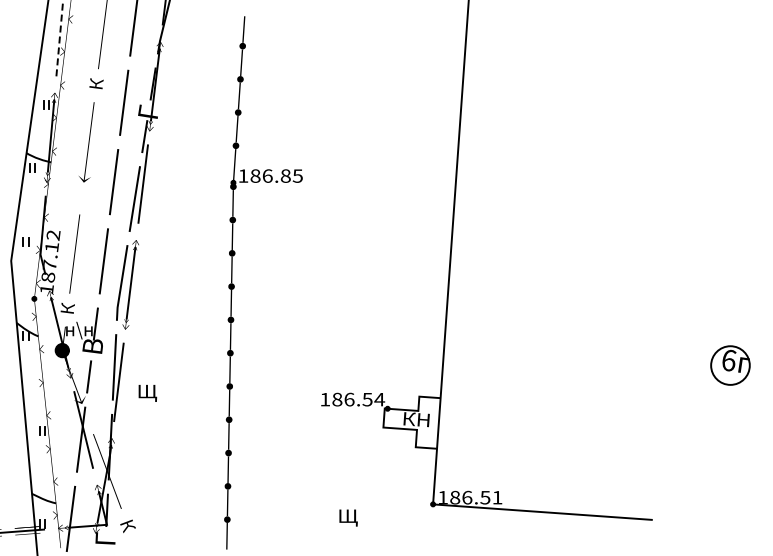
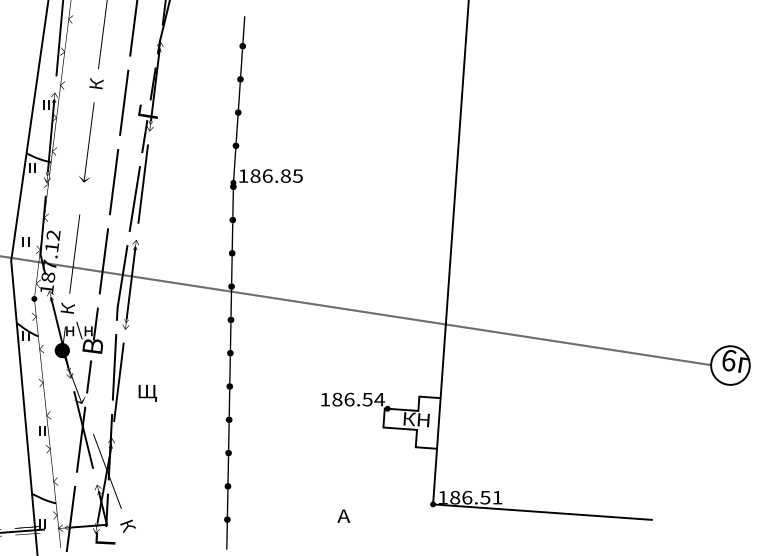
line at (59, 38): dashed -> solid
line at (356, 310): none -> present
text at (347, 517): Щ -> А
